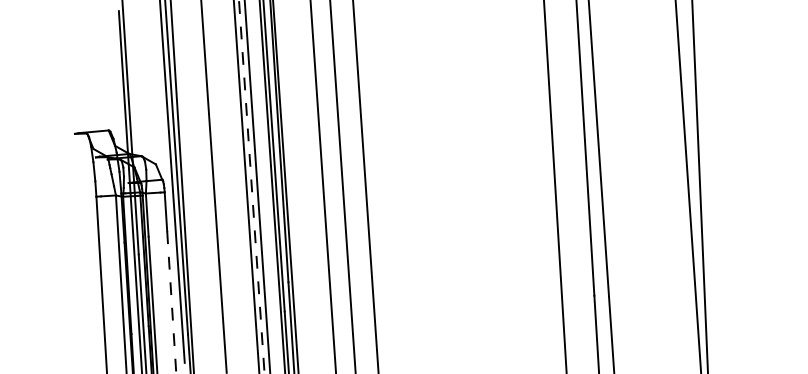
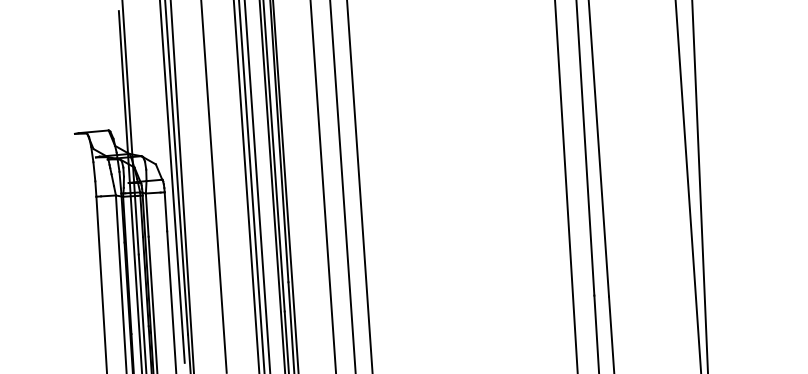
line at (251, 186): dashed -> solid
line at (365, 186) position: (365, 186) -> (359, 186)
line at (555, 186) position: (555, 186) -> (566, 186)
line at (171, 303): dashed -> solid
